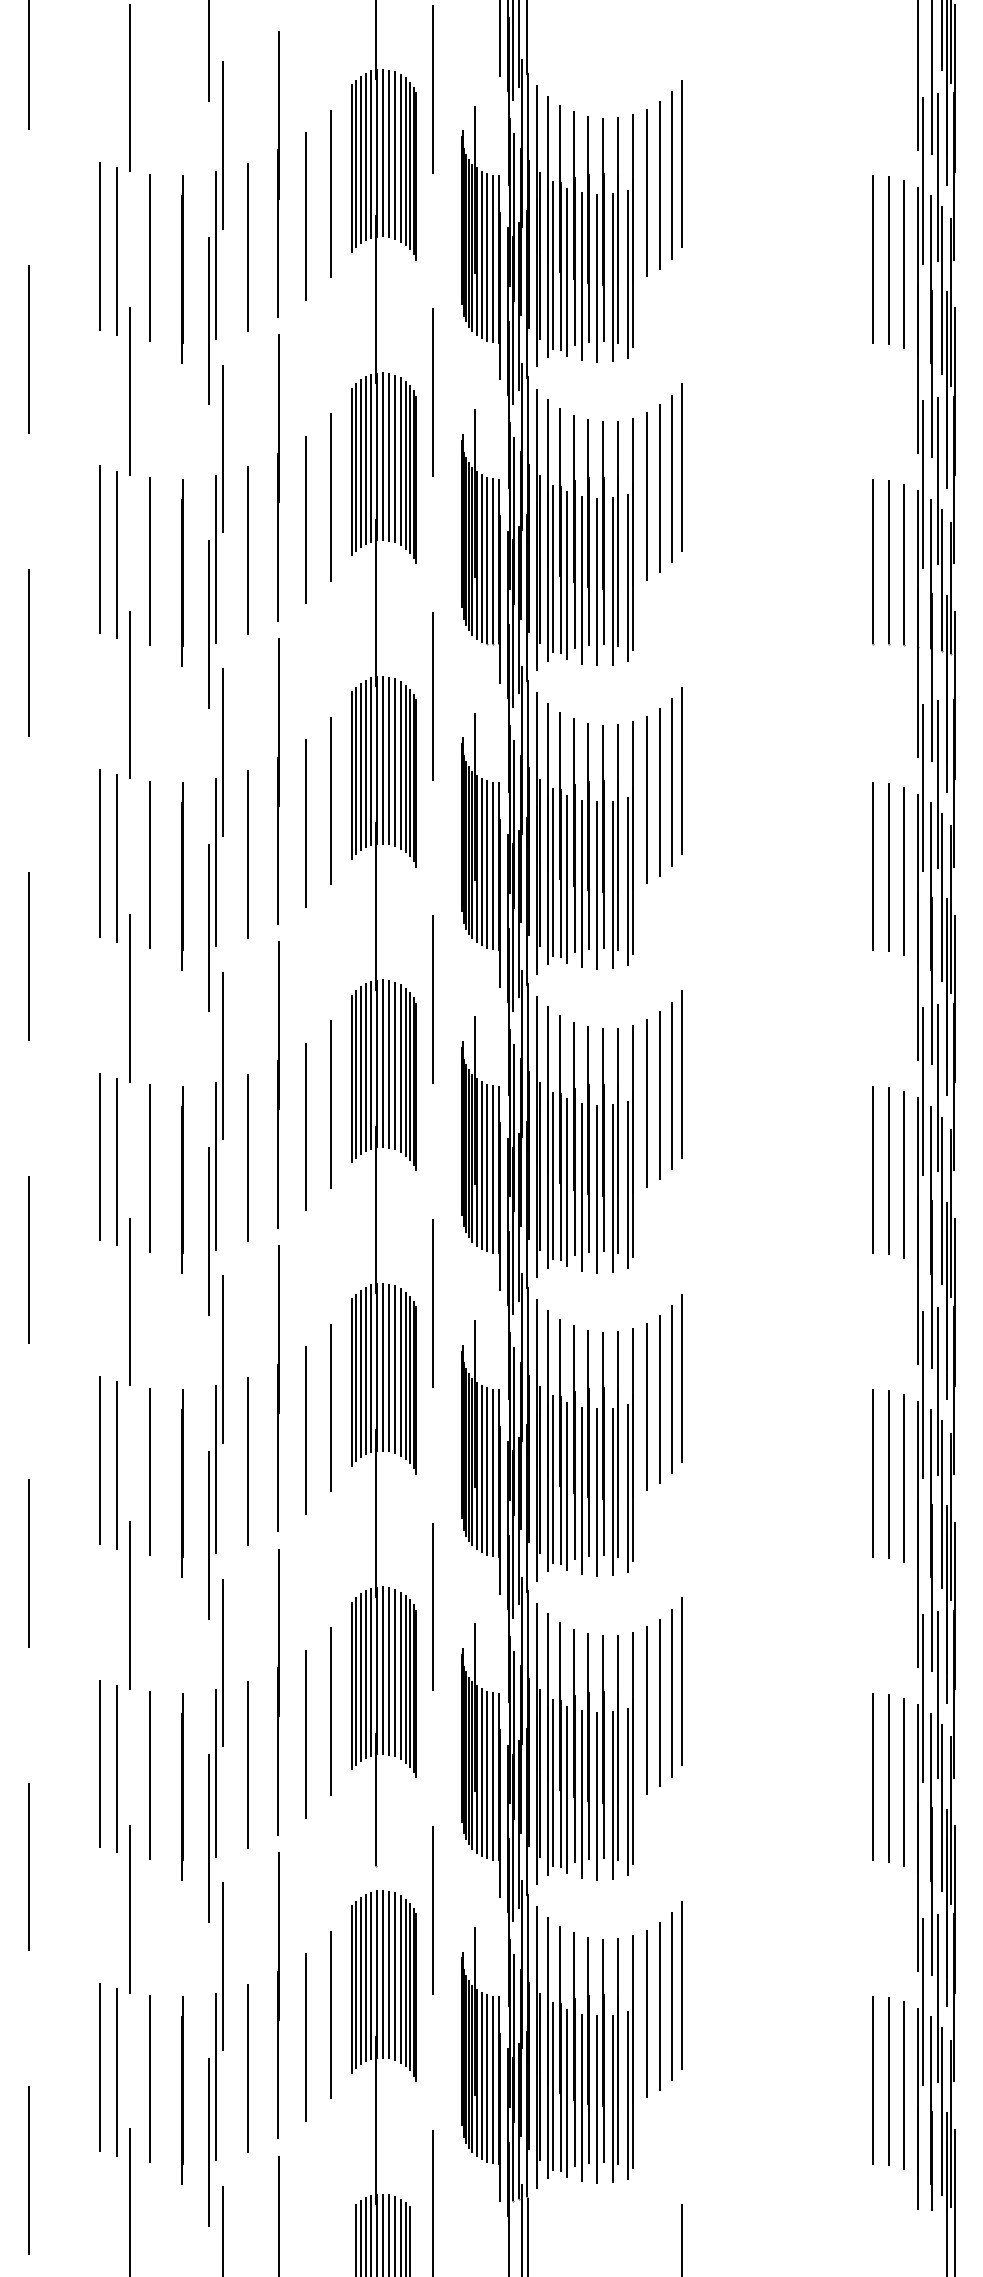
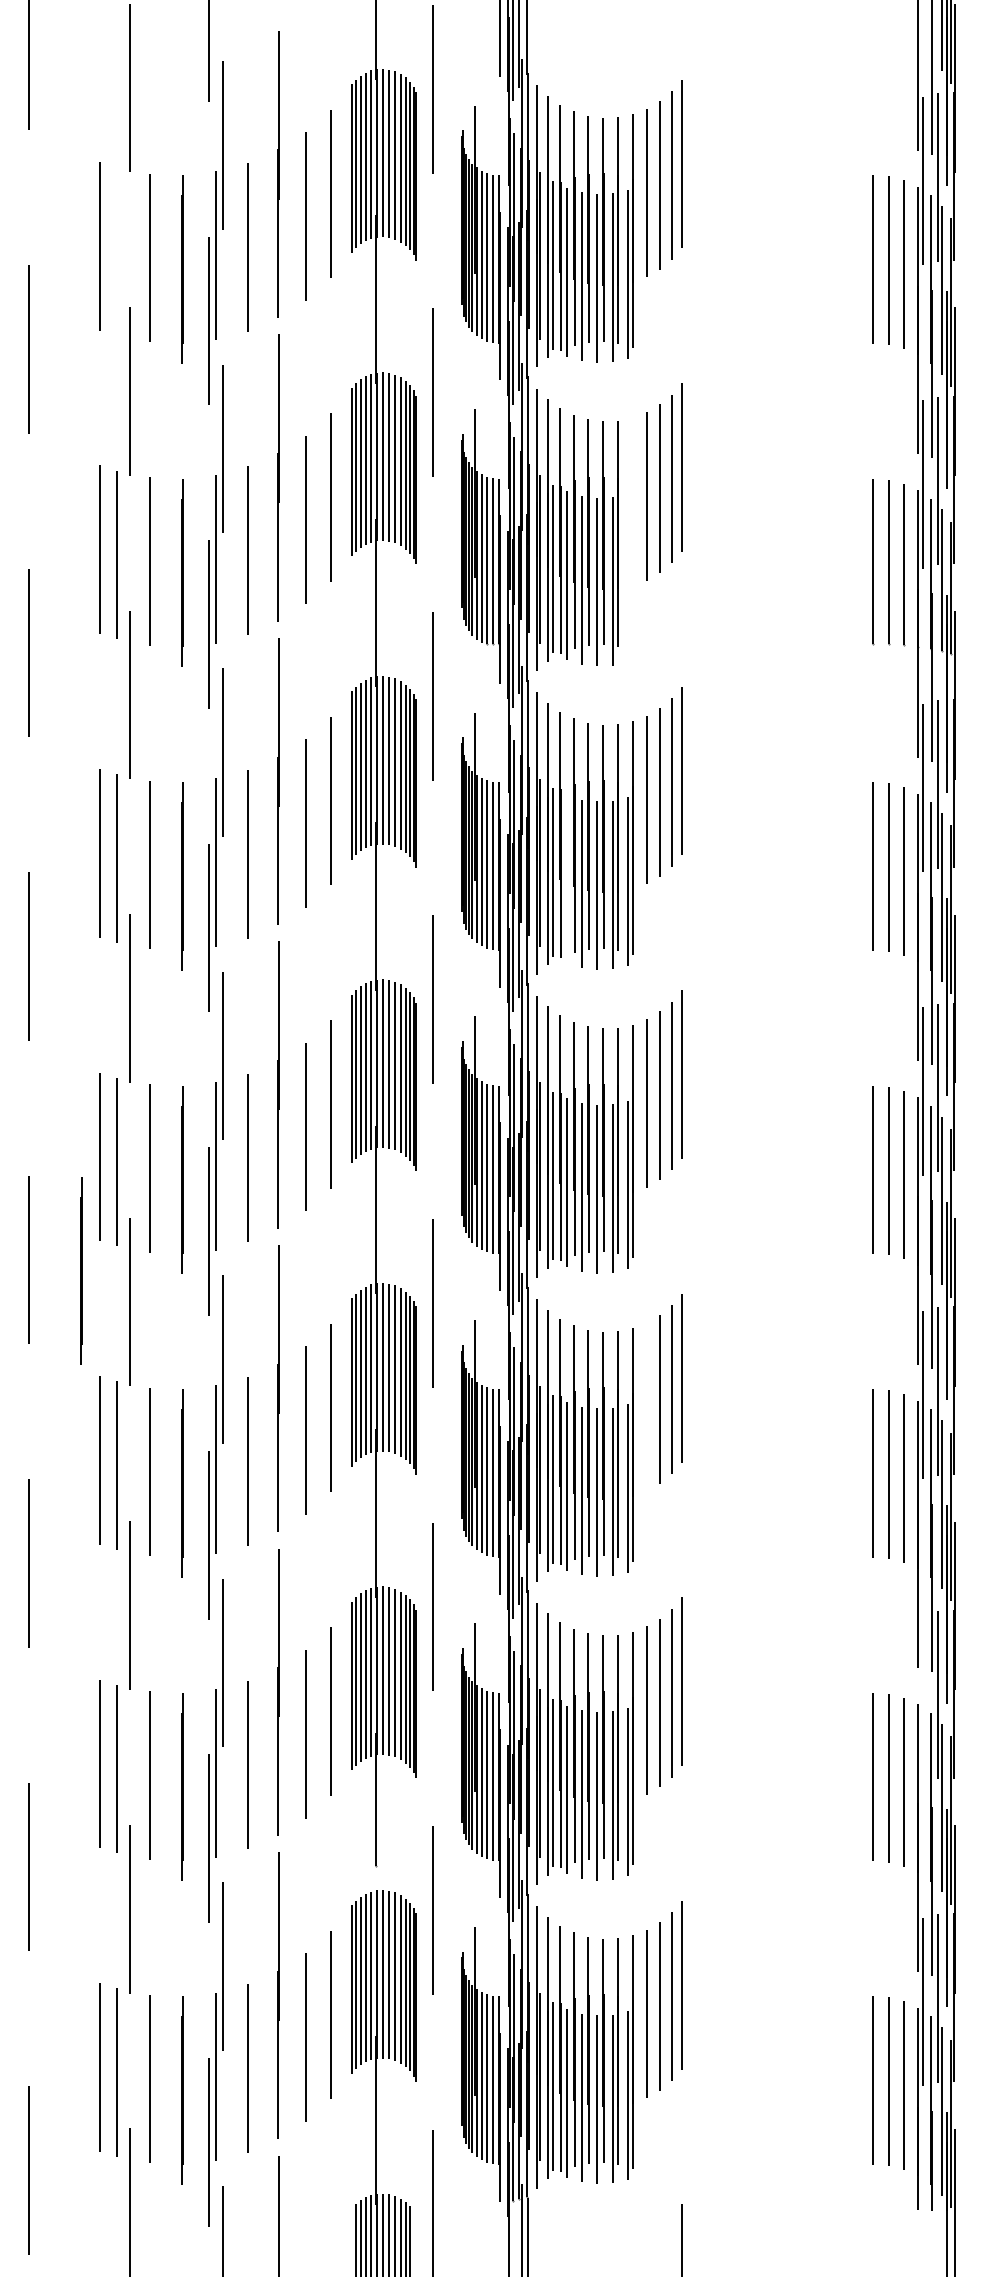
line at (117, 251): present -> none
part at (630, 539): present -> none
line at (566, 878): present -> none
line at (81, 1270): none -> present
line at (646, 1406): present -> none
line at (922, 1698): present -> none
